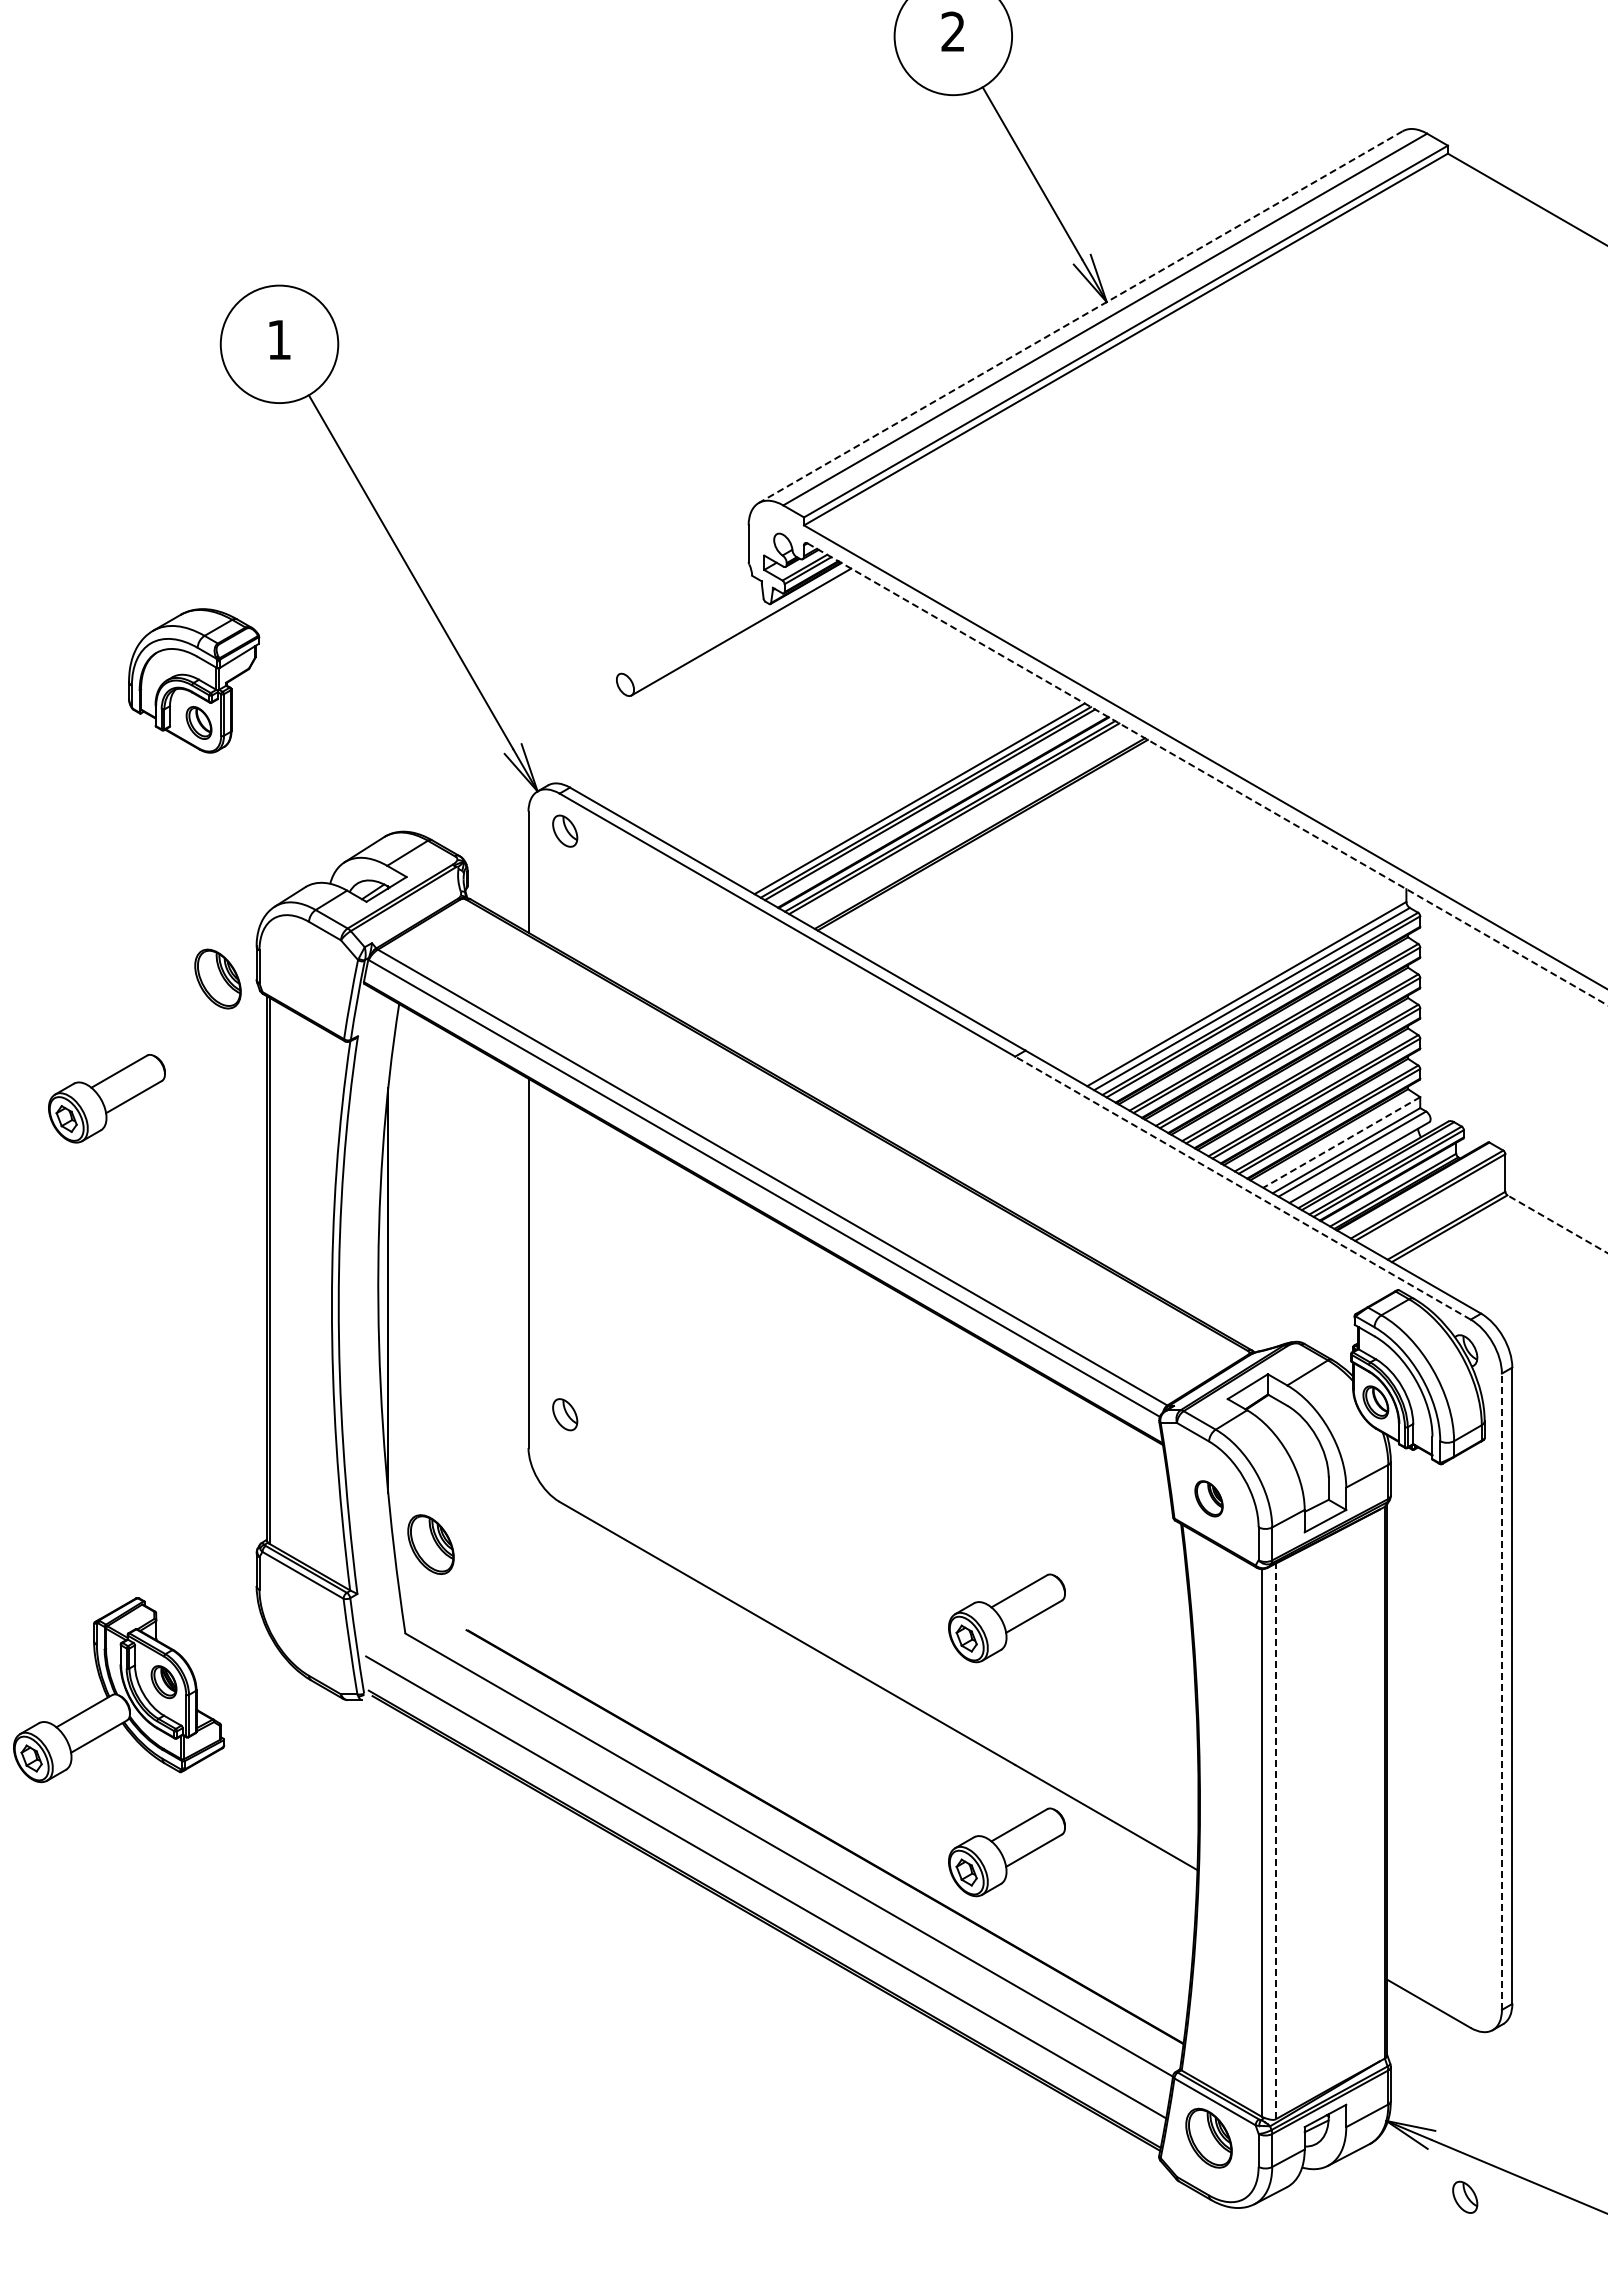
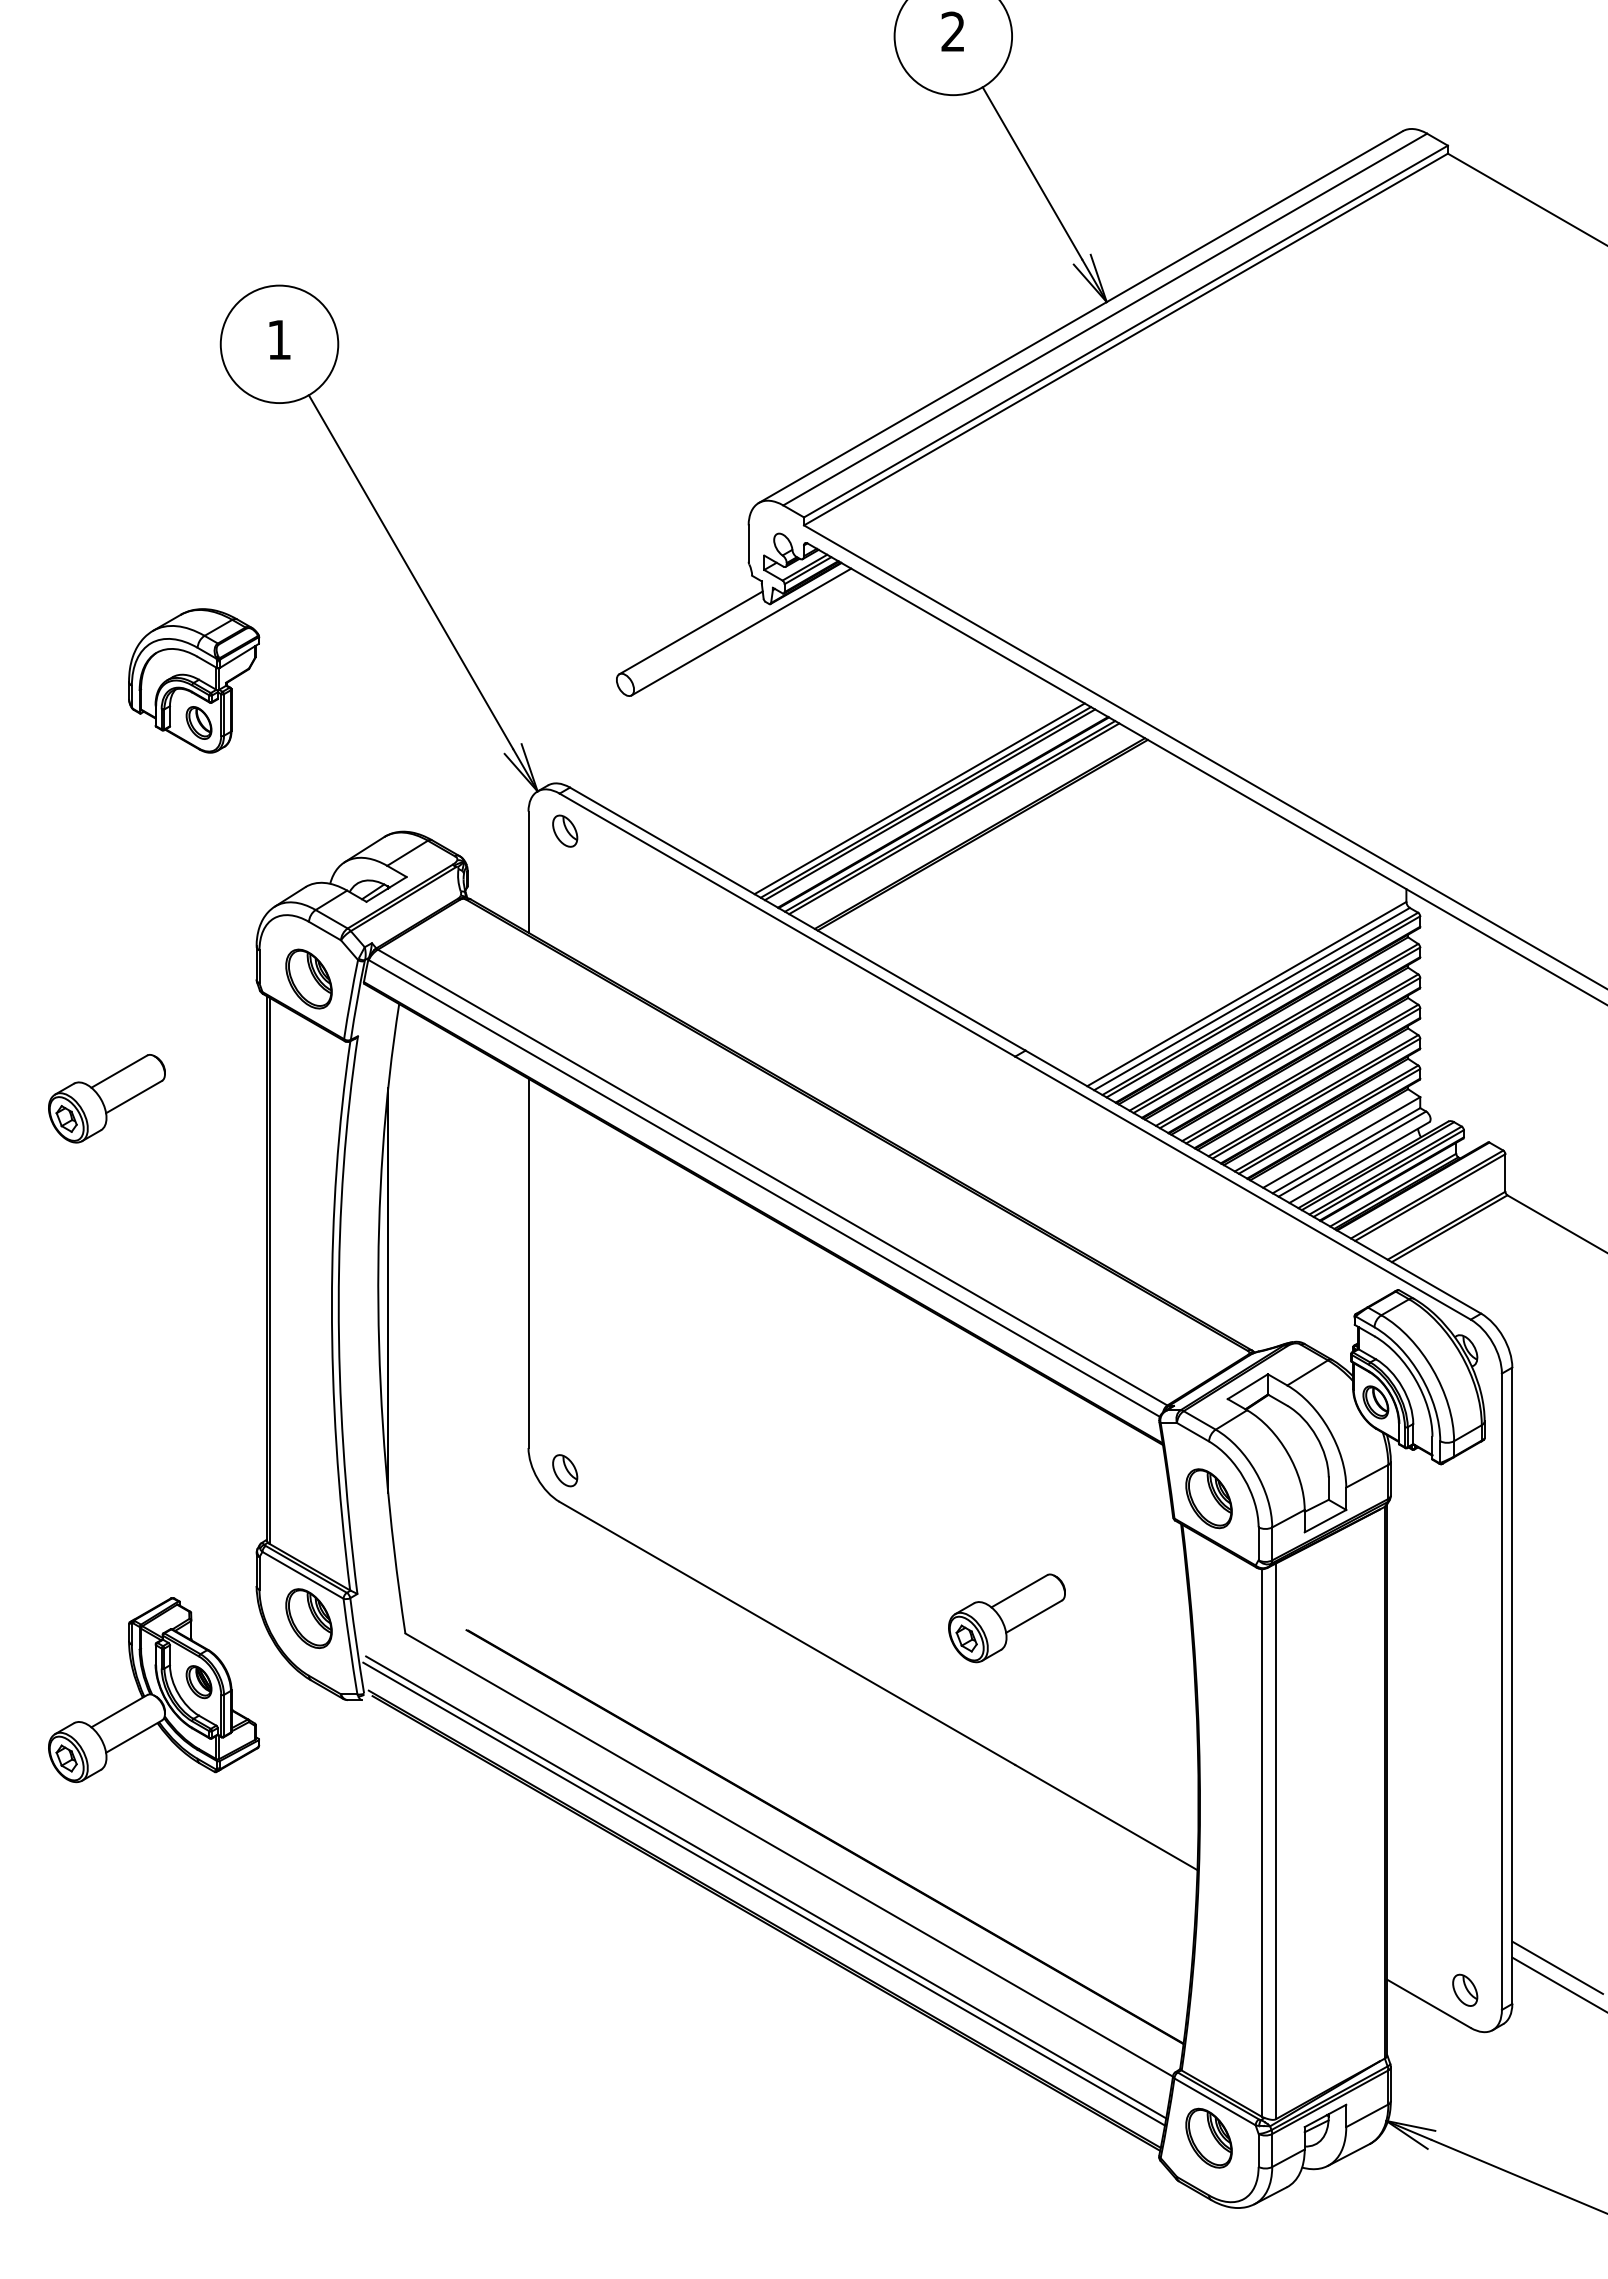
line at (1080, 317): dashed -> solid
line at (690, 632): none -> present
line at (1207, 774): dashed -> solid
part at (217, 978) position: (217, 978) -> (308, 978)
line at (1341, 1142): dashed -> solid
line at (1242, 1187): dashed -> solid
line at (1557, 1224): dashed -> solid
part at (565, 1414) position: (565, 1414) -> (565, 1470)
part at (1208, 1498) size: 30x38 px -> 48x62 px
part at (430, 1544) position: (430, 1544) -> (308, 1618)
part at (119, 1690) position: (119, 1690) -> (154, 1690)
line at (1501, 1691): dashed -> solid
line at (1275, 1841): dashed -> solid
part at (1006, 1852): present -> none
line at (763, 1893): none -> present
line at (1557, 1967): none -> present
line at (1558, 1983): none -> present
part at (1465, 2196) position: (1465, 2196) -> (1465, 1989)
